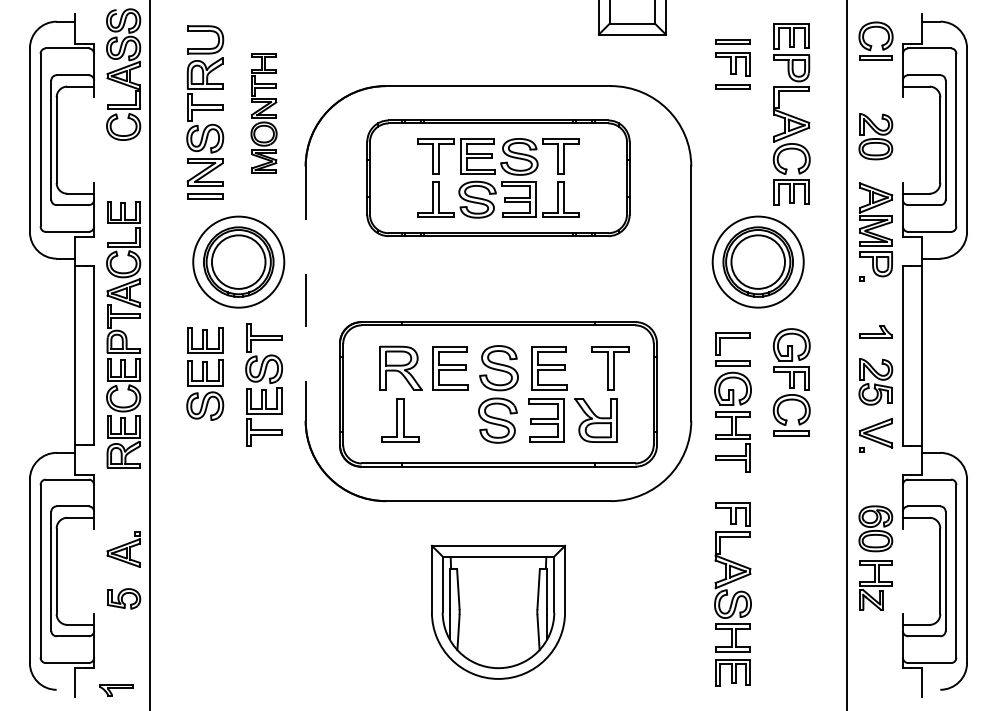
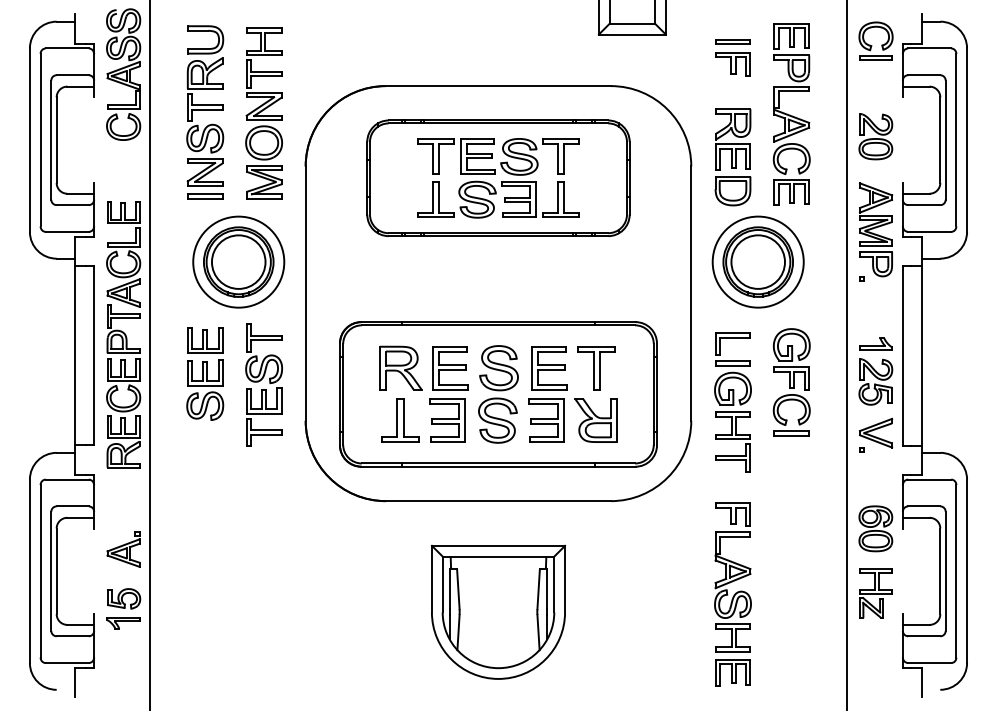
part at (732, 86): present -> none
part at (263, 113) size: 28x121 px -> 38x173 px
part at (732, 157): none -> present
line at (305, 294): dashed -> solid
part at (875, 331) position: (875, 331) -> (875, 343)
part at (610, 368) position: (610, 368) -> (596, 368)
part at (447, 420): none -> present
part at (875, 585) position: (875, 585) -> (875, 593)
part at (116, 690) position: (116, 690) -> (123, 623)
